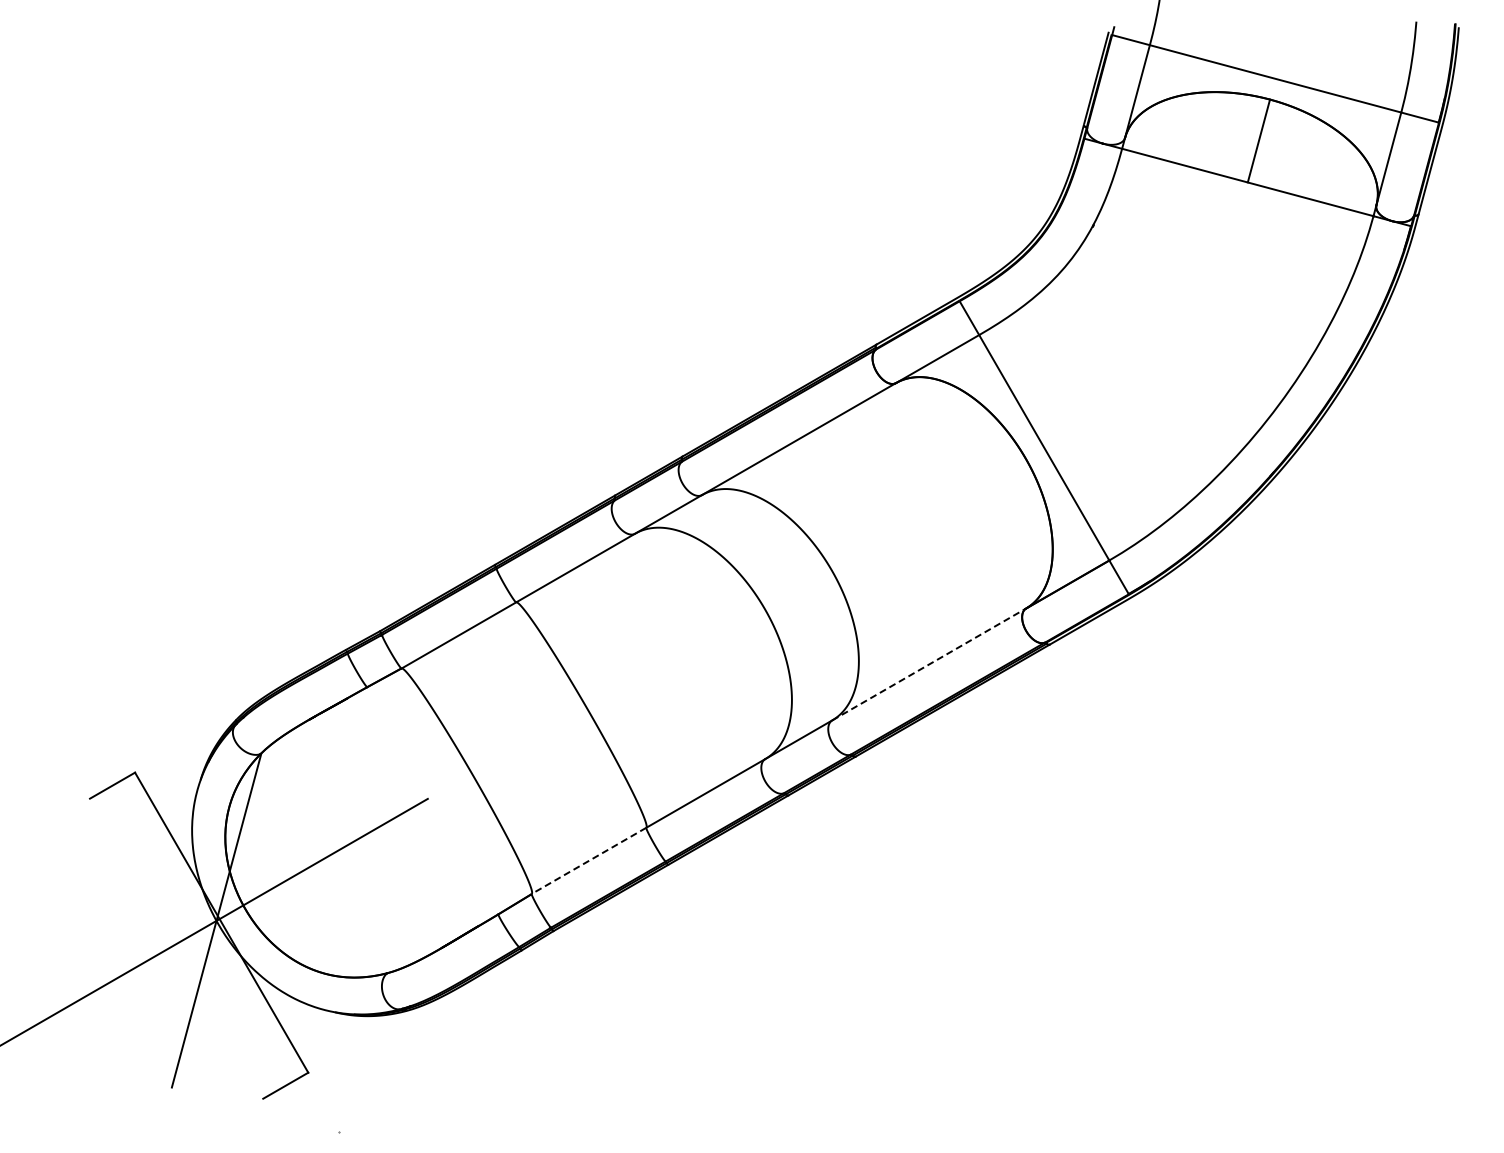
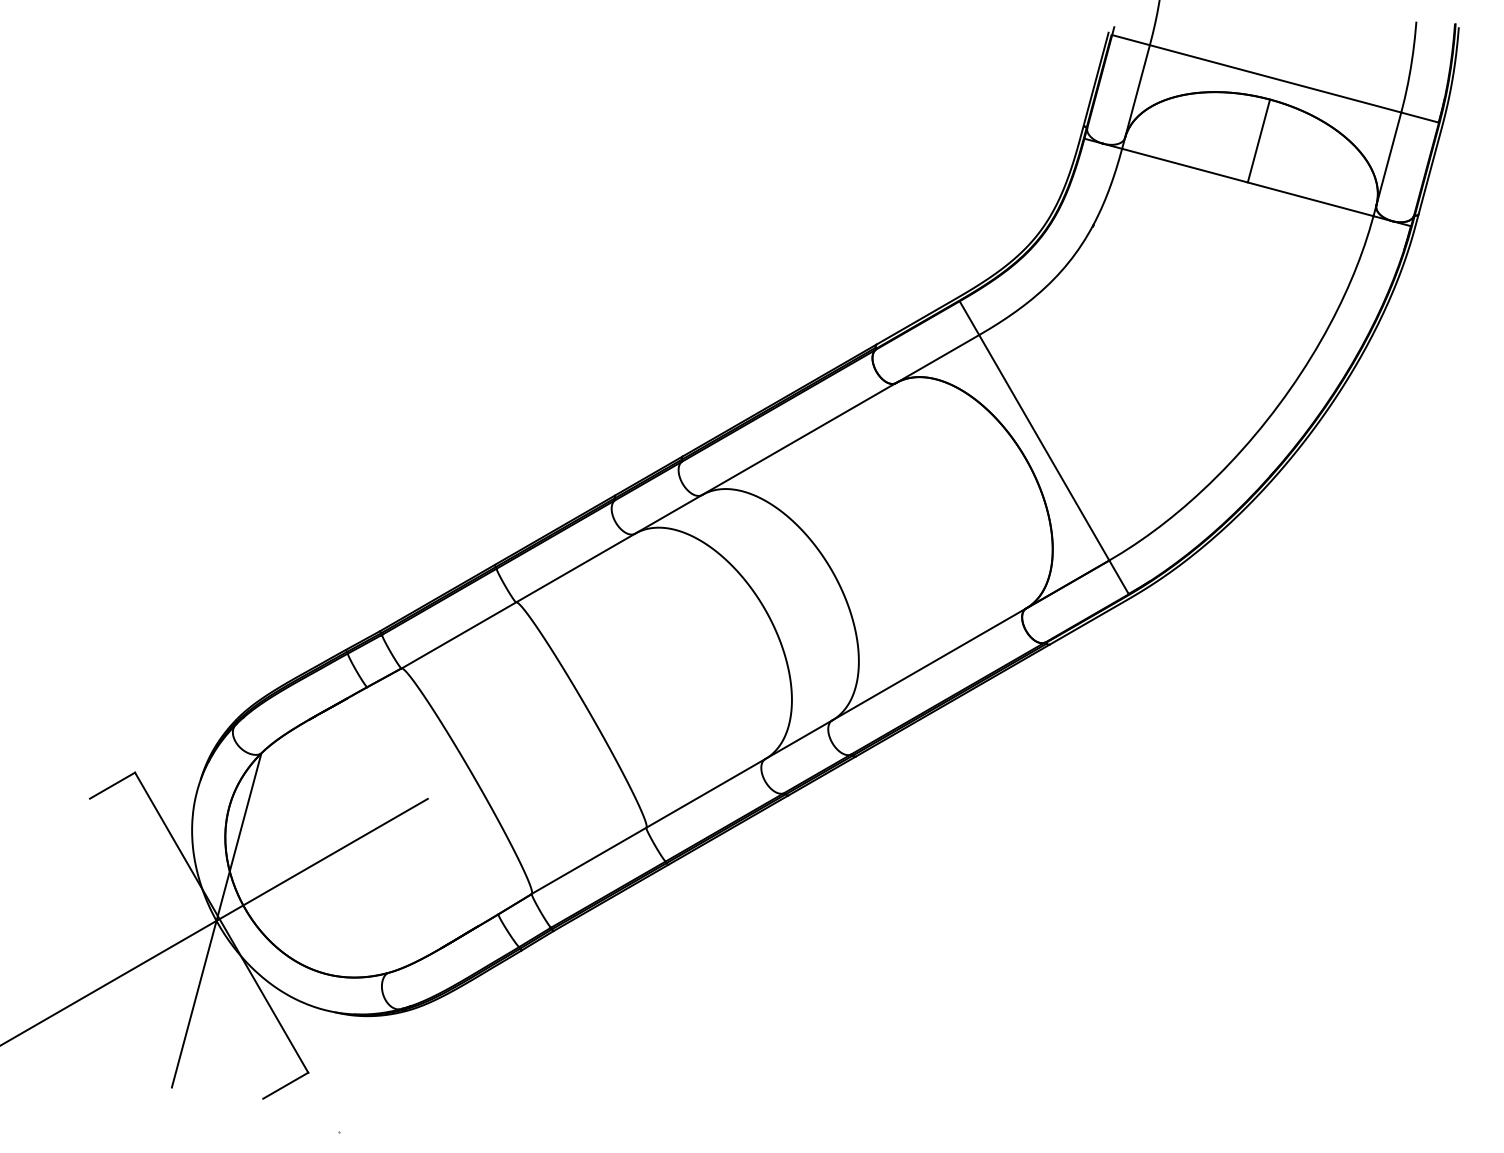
line at (929, 664): dashed -> solid
line at (588, 861): dashed -> solid
